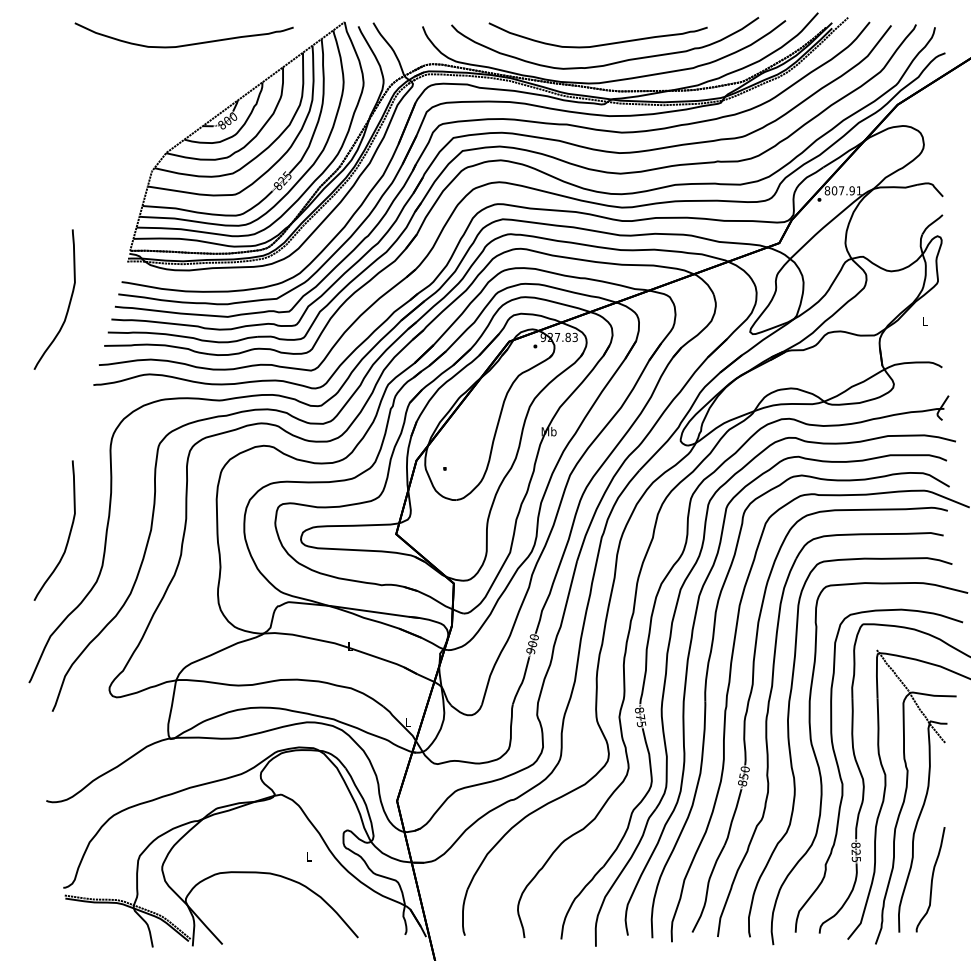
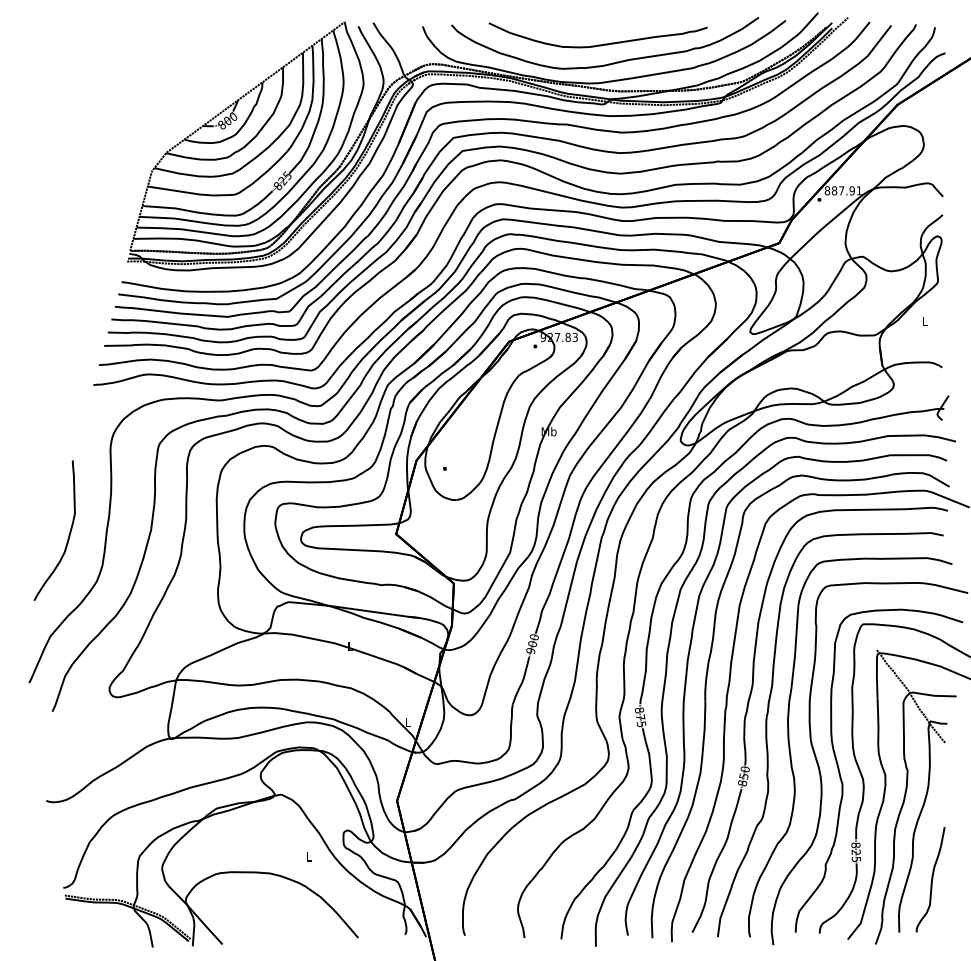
curve at (184, 44): present -> none
text at (834, 190): 807.91 -> 887.91
curve at (68, 303): present -> none
